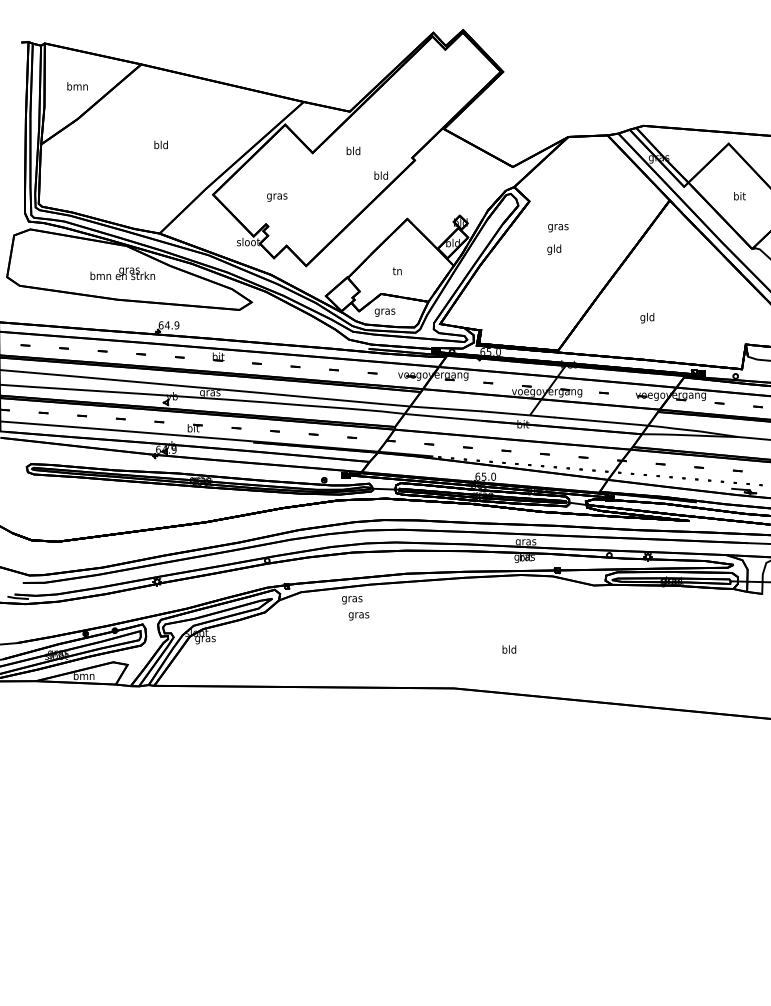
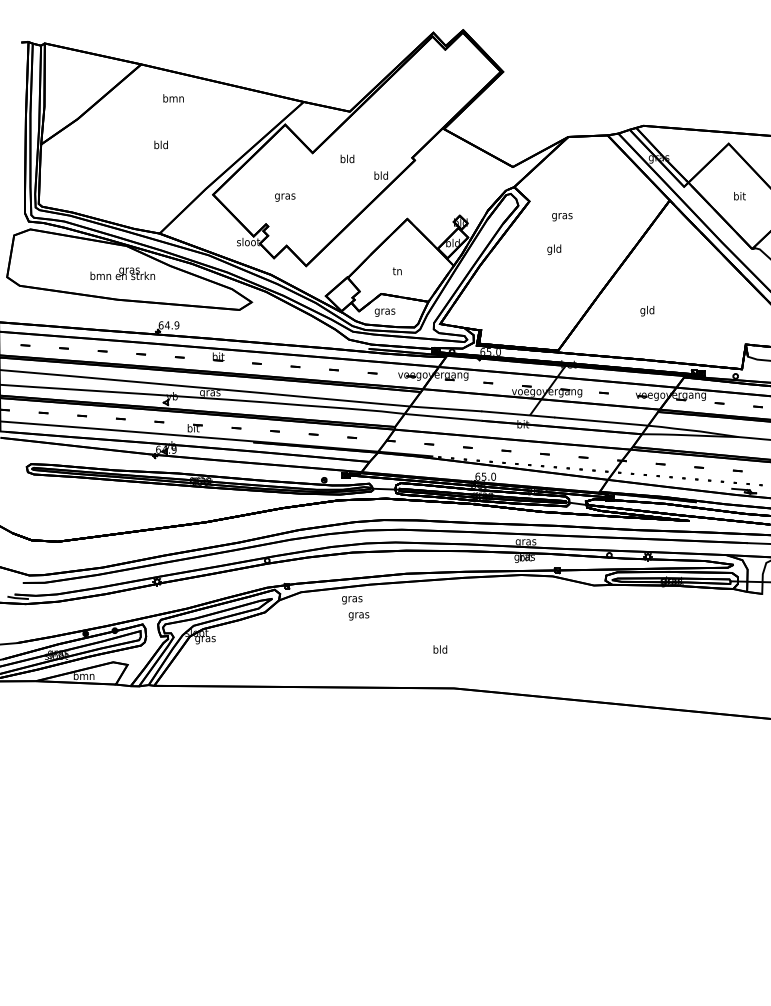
text at (77, 86) position: (77, 86) -> (173, 98)
text at (353, 150) position: (353, 150) -> (347, 158)
text at (277, 197) position: (277, 197) -> (285, 197)
text at (558, 228) position: (558, 228) -> (562, 217)
text at (647, 317) position: (647, 317) -> (647, 310)
text at (509, 649) position: (509, 649) -> (440, 649)
